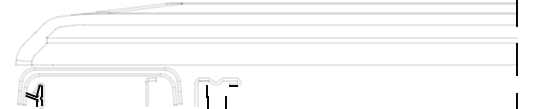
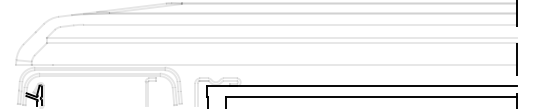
line at (361, 86): none -> present
line at (371, 96): none -> present
